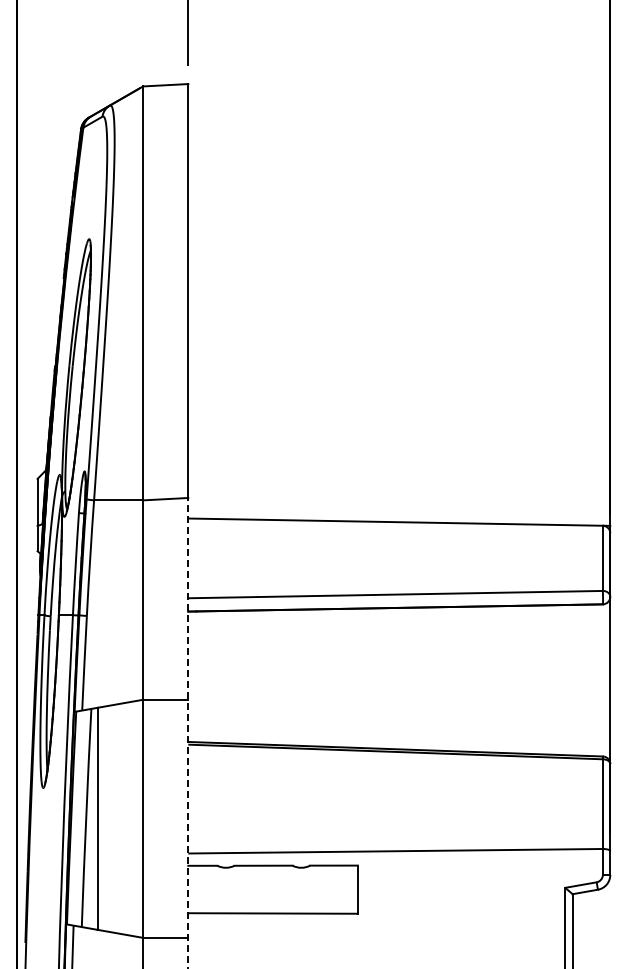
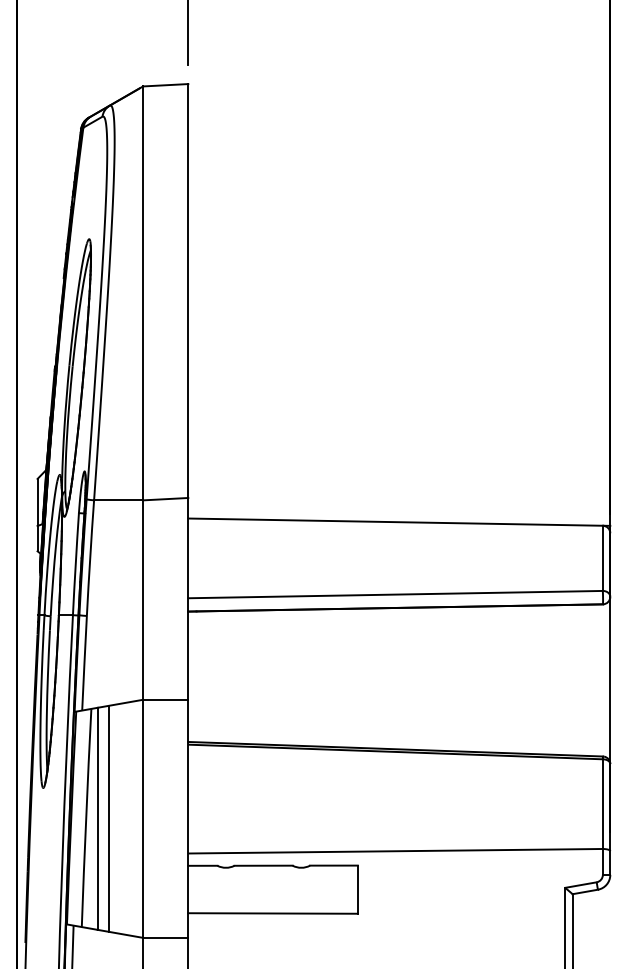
line at (188, 732): dashed -> solid
line at (109, 818): none -> present
